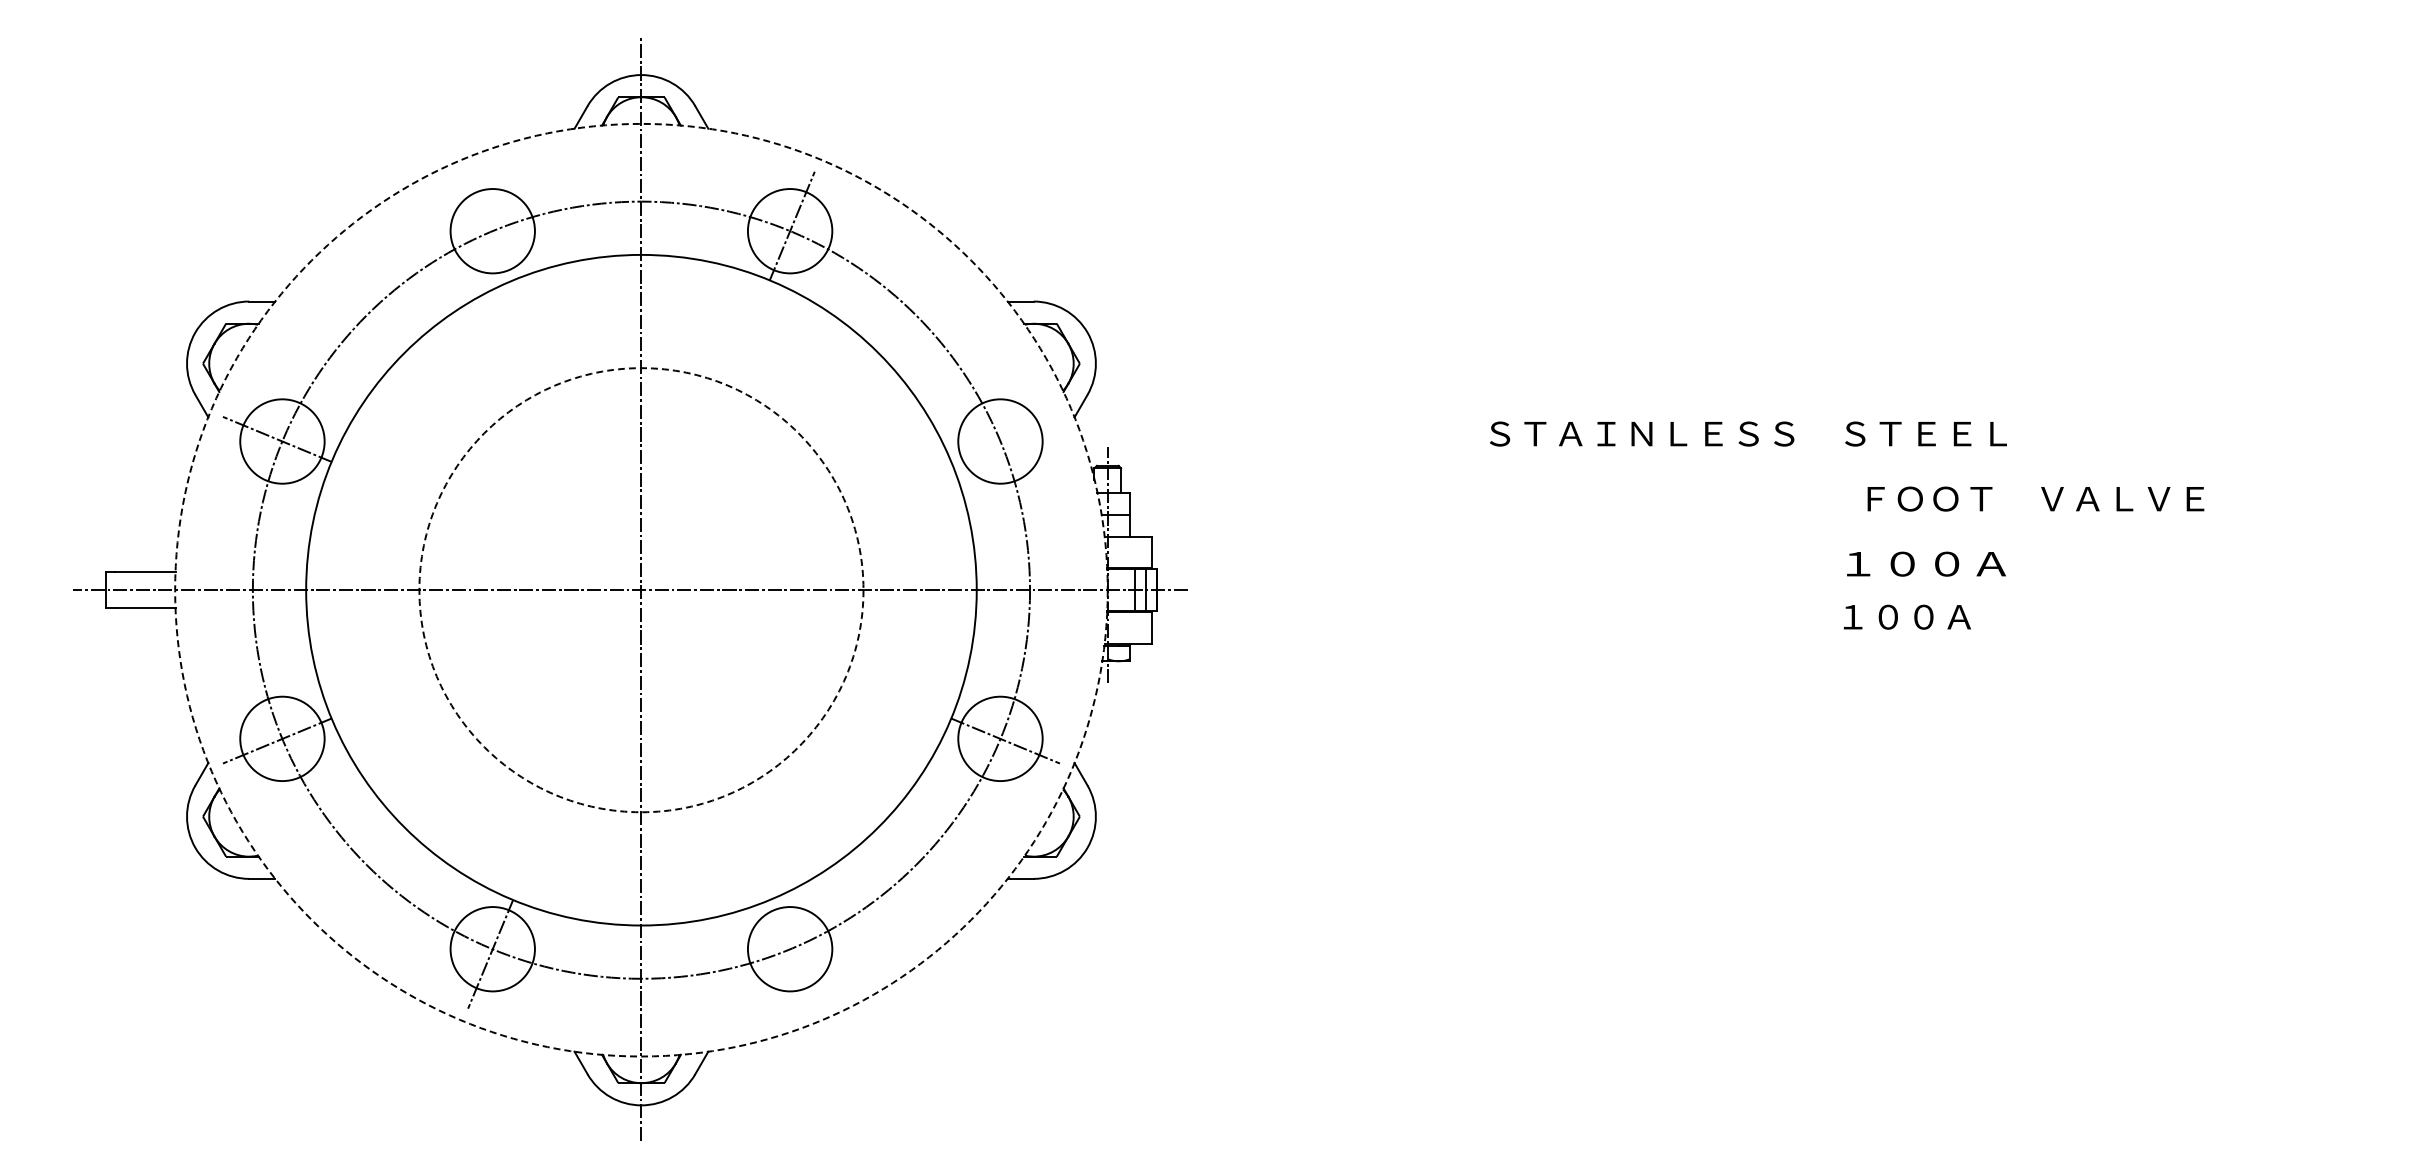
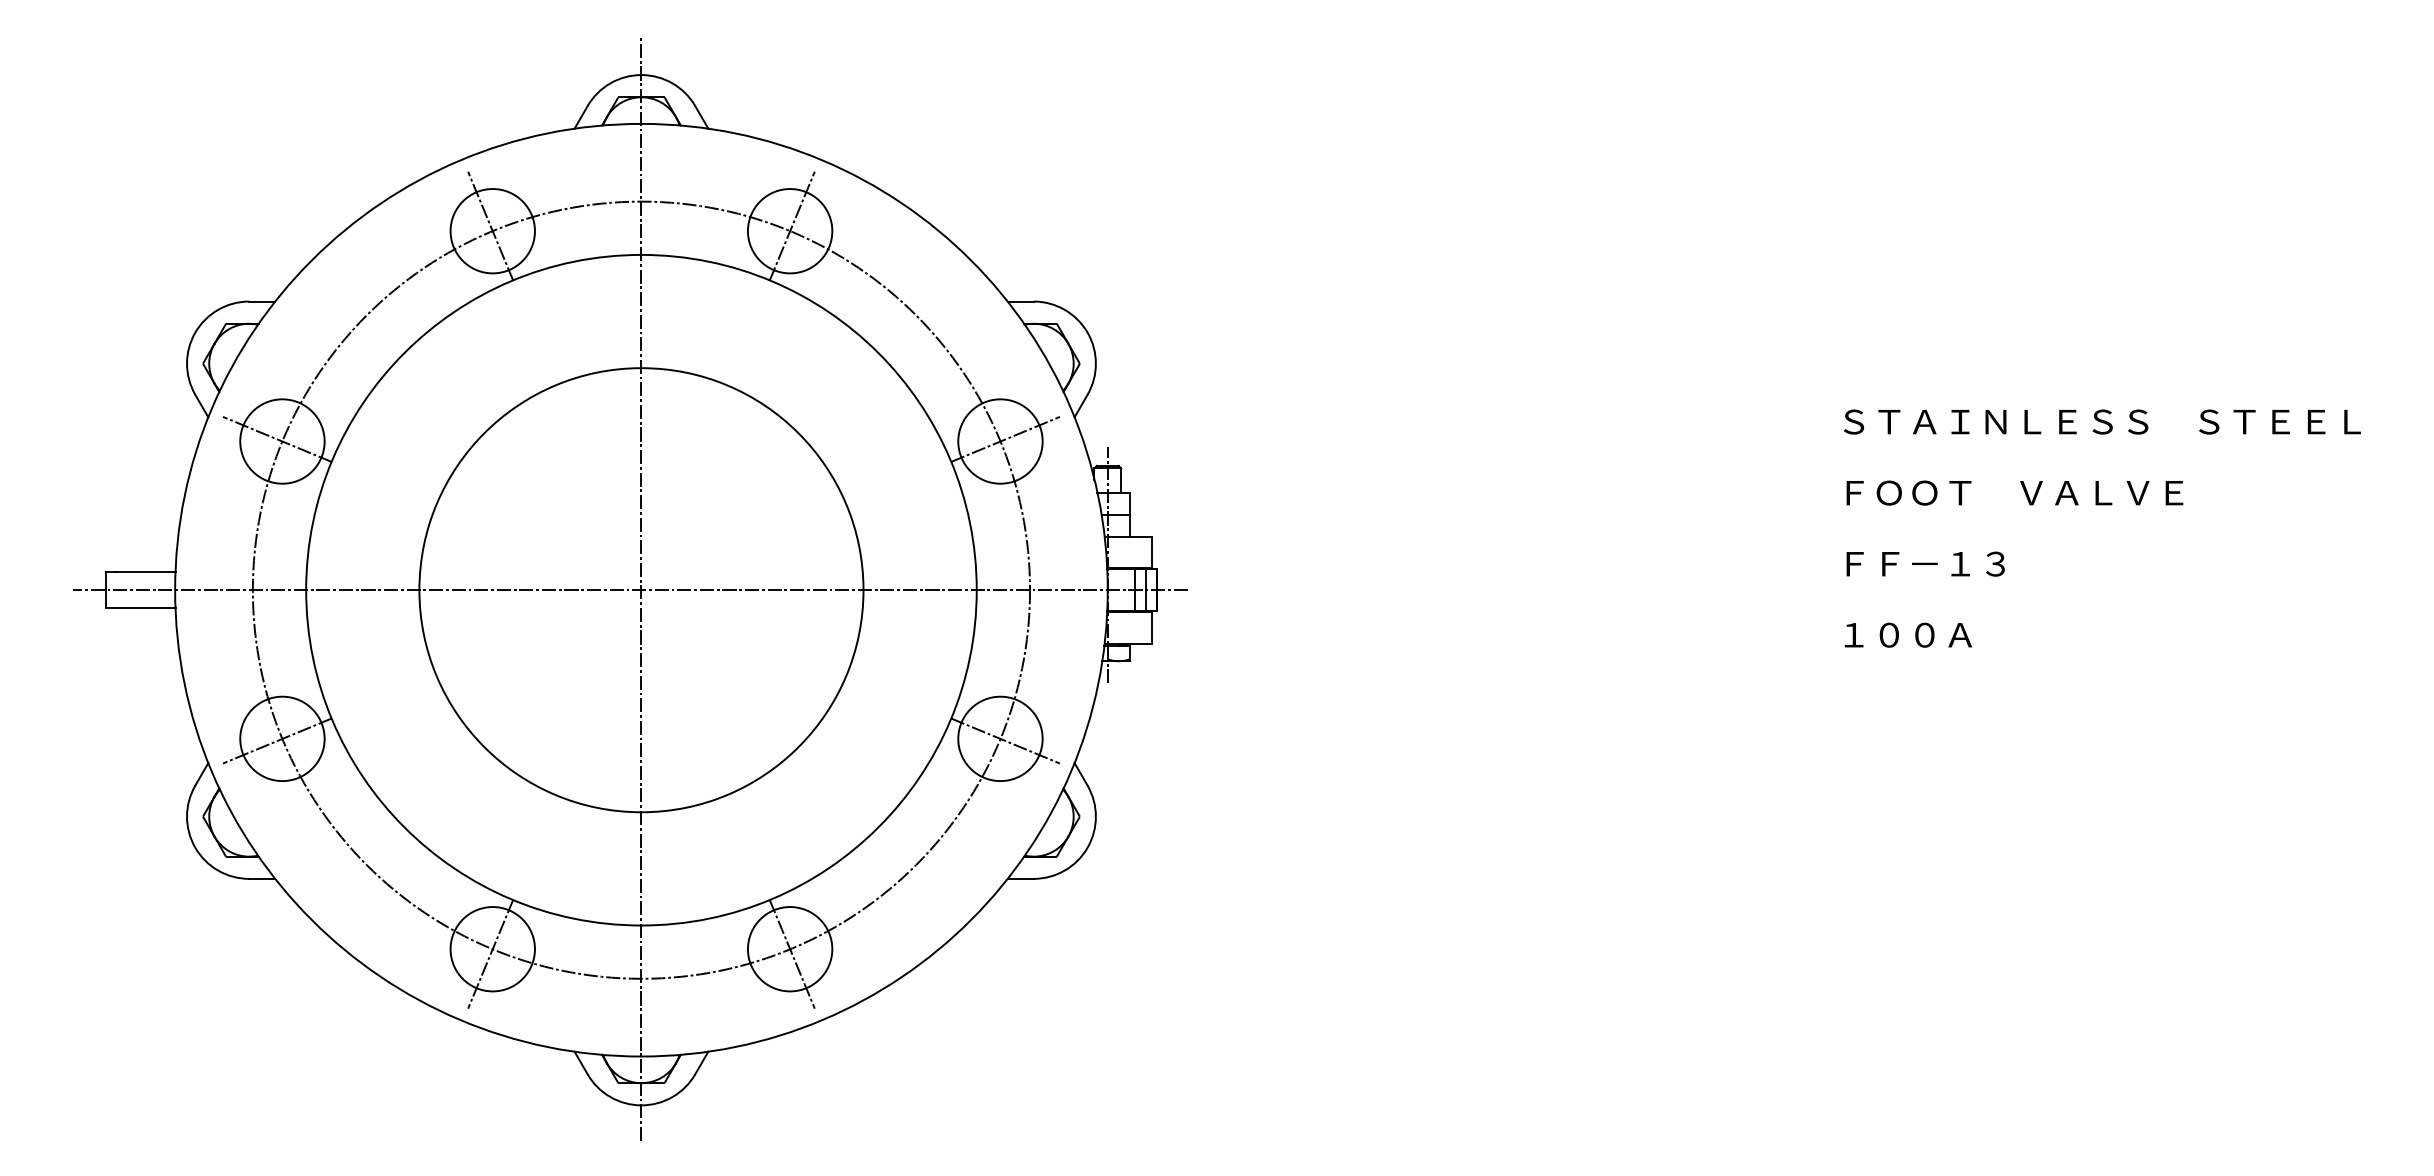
line at (490, 225): none -> present
text at (1748, 433) position: (1748, 433) -> (2102, 421)
line at (1005, 438): none -> present
text at (2035, 498) position: (2035, 498) -> (2014, 492)
text at (1925, 563): １００Ａ -> ＦＦ－１３
circle at (641, 589): dashed -> solid
circle at (641, 590): dashed -> solid
text at (1906, 616) position: (1906, 616) -> (1907, 634)
line at (791, 953): none -> present
